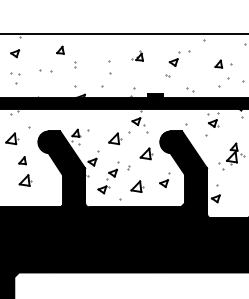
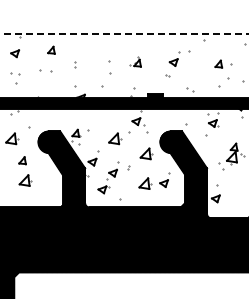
line at (124, 33): solid -> dashed
part at (60, 49) position: (60, 49) -> (51, 49)
part at (137, 55) position: (137, 55) -> (135, 61)
part at (137, 186) position: (137, 186) -> (145, 183)
